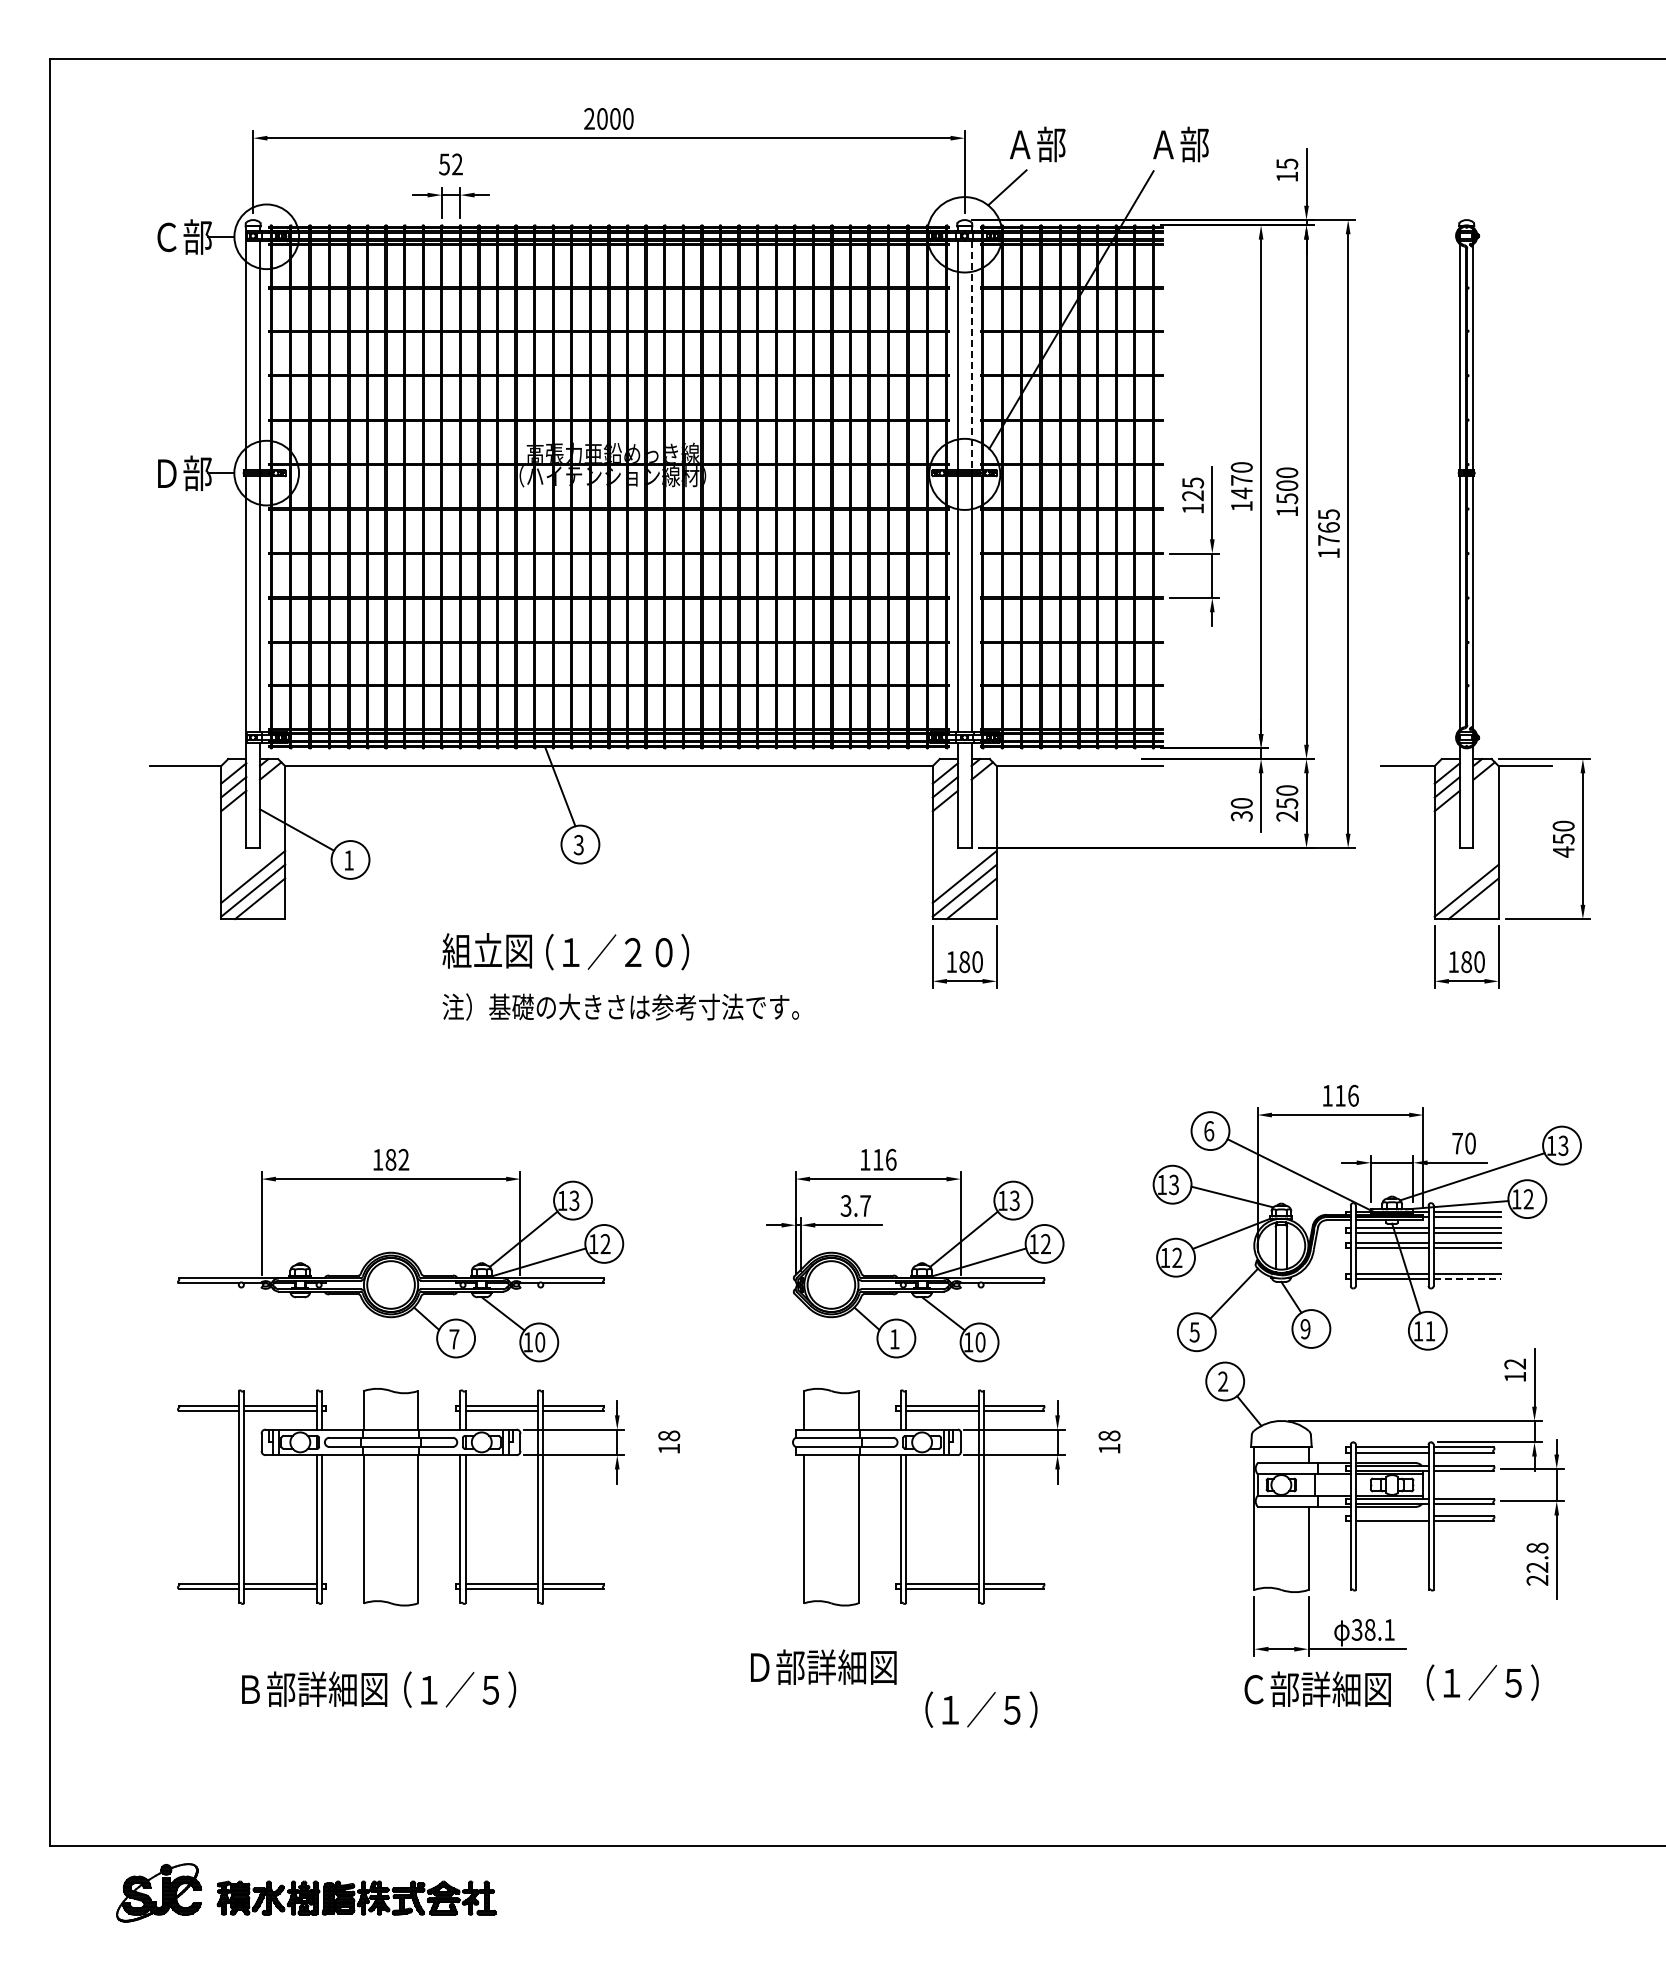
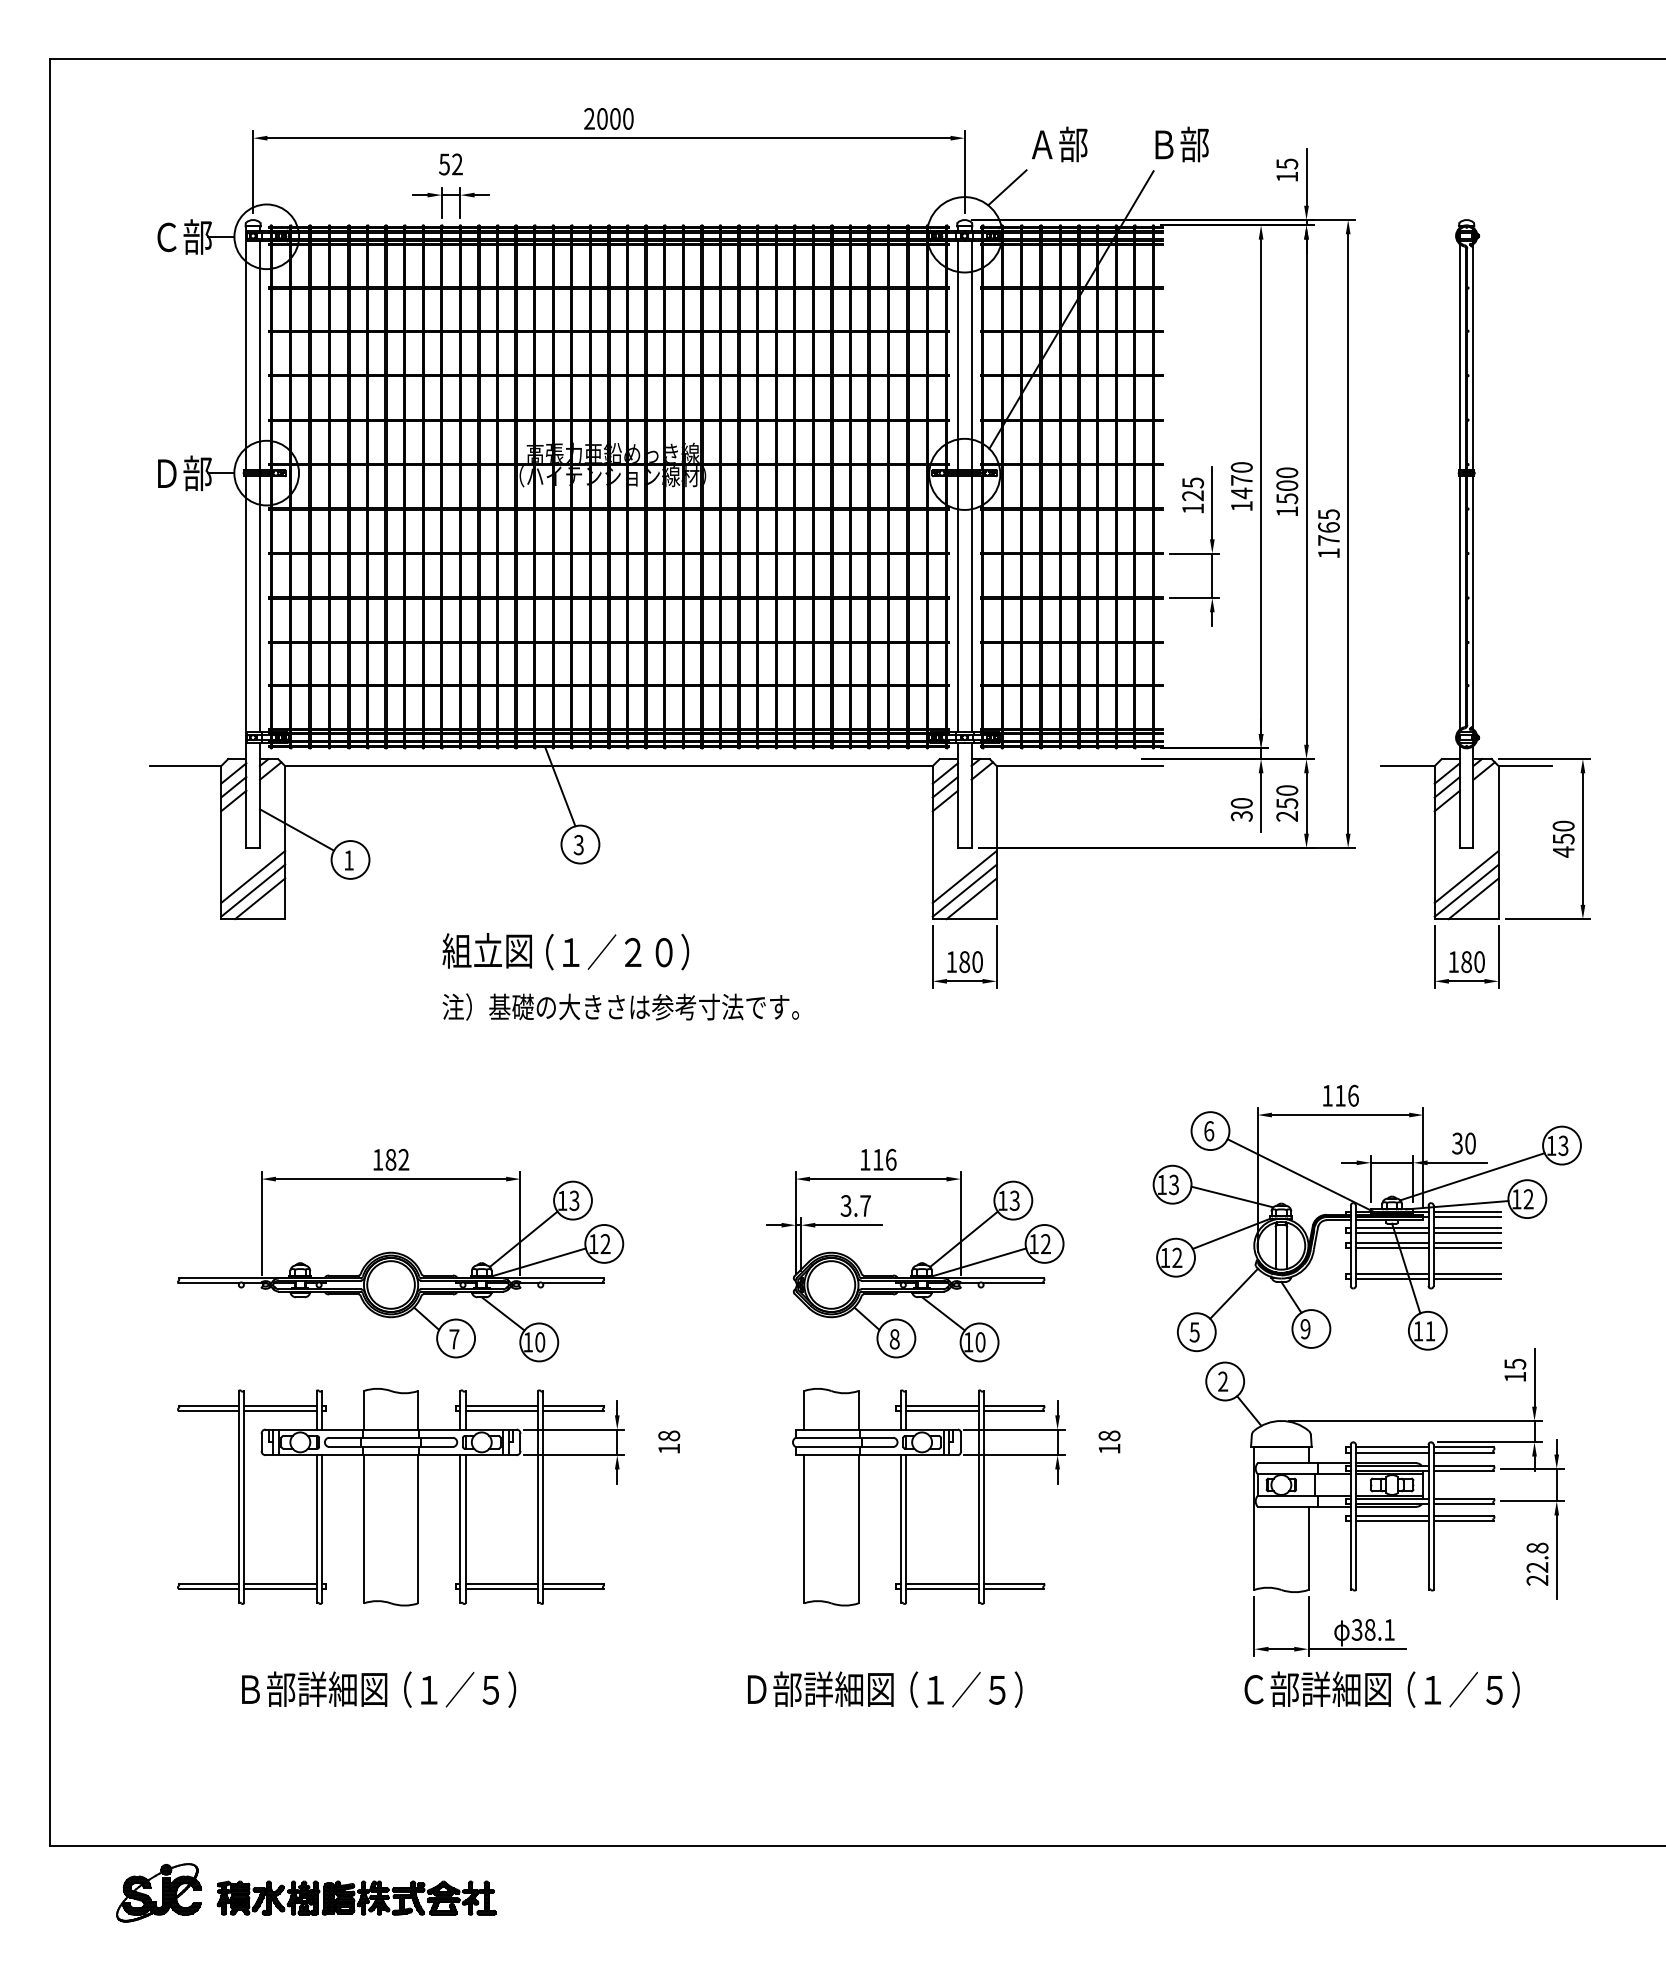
text at (1037, 144) position: (1037, 144) -> (1059, 144)
text at (1163, 144): Ａ部 -> Ｂ部
line at (971, 356): dashed -> solid
line at (1466, 876): none -> present
text at (1457, 1143): 70 -> 30
line at (1467, 1279): dashed -> solid
text at (894, 1339): 1 -> 8
text at (1515, 1363): 12 -> 15
line at (1391, 1515): none -> present
text at (823, 1666) position: (823, 1666) -> (820, 1688)
text at (1482, 1682) position: (1482, 1682) -> (1463, 1689)
text at (981, 1709) position: (981, 1709) -> (966, 1689)
